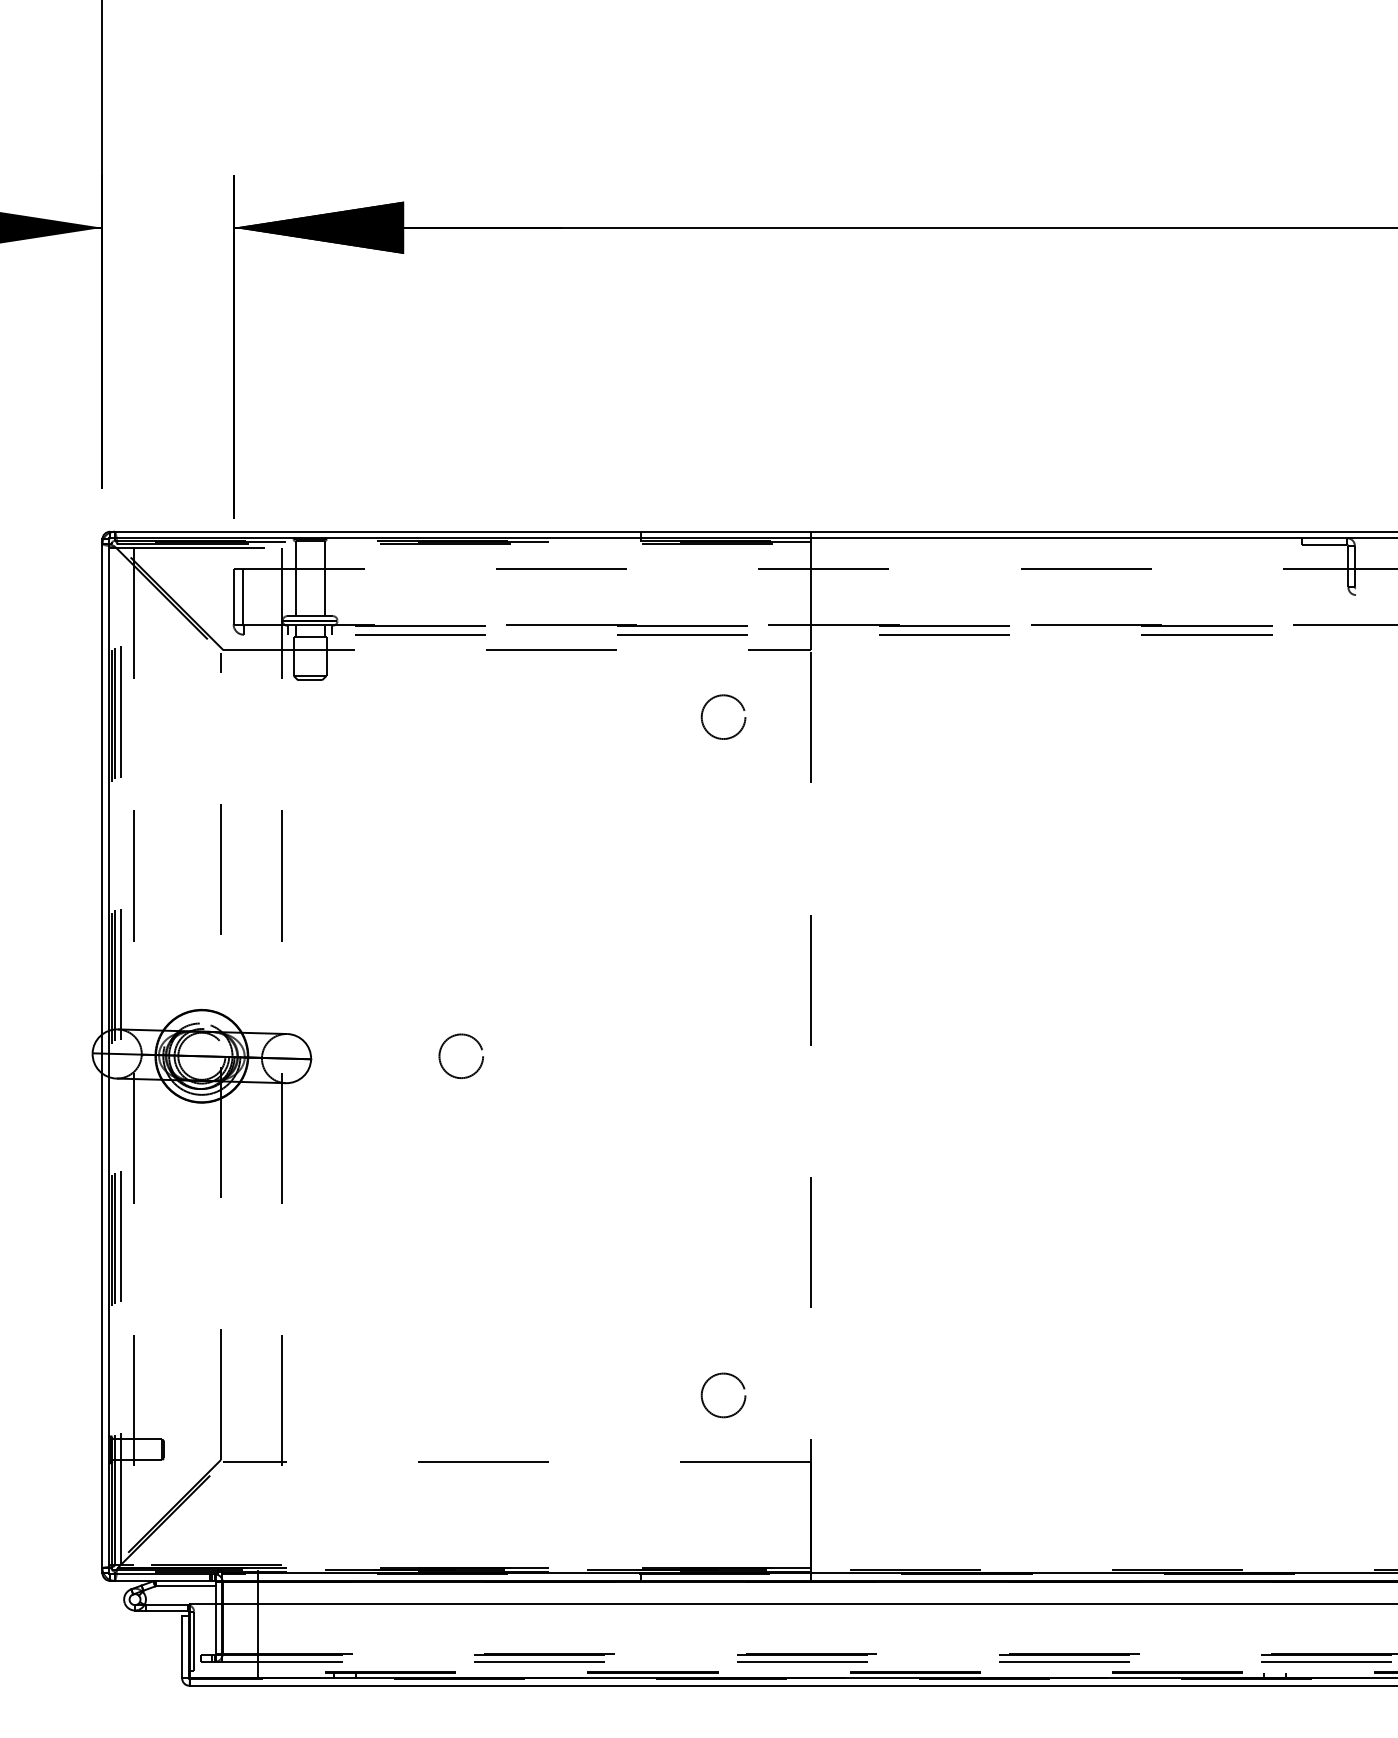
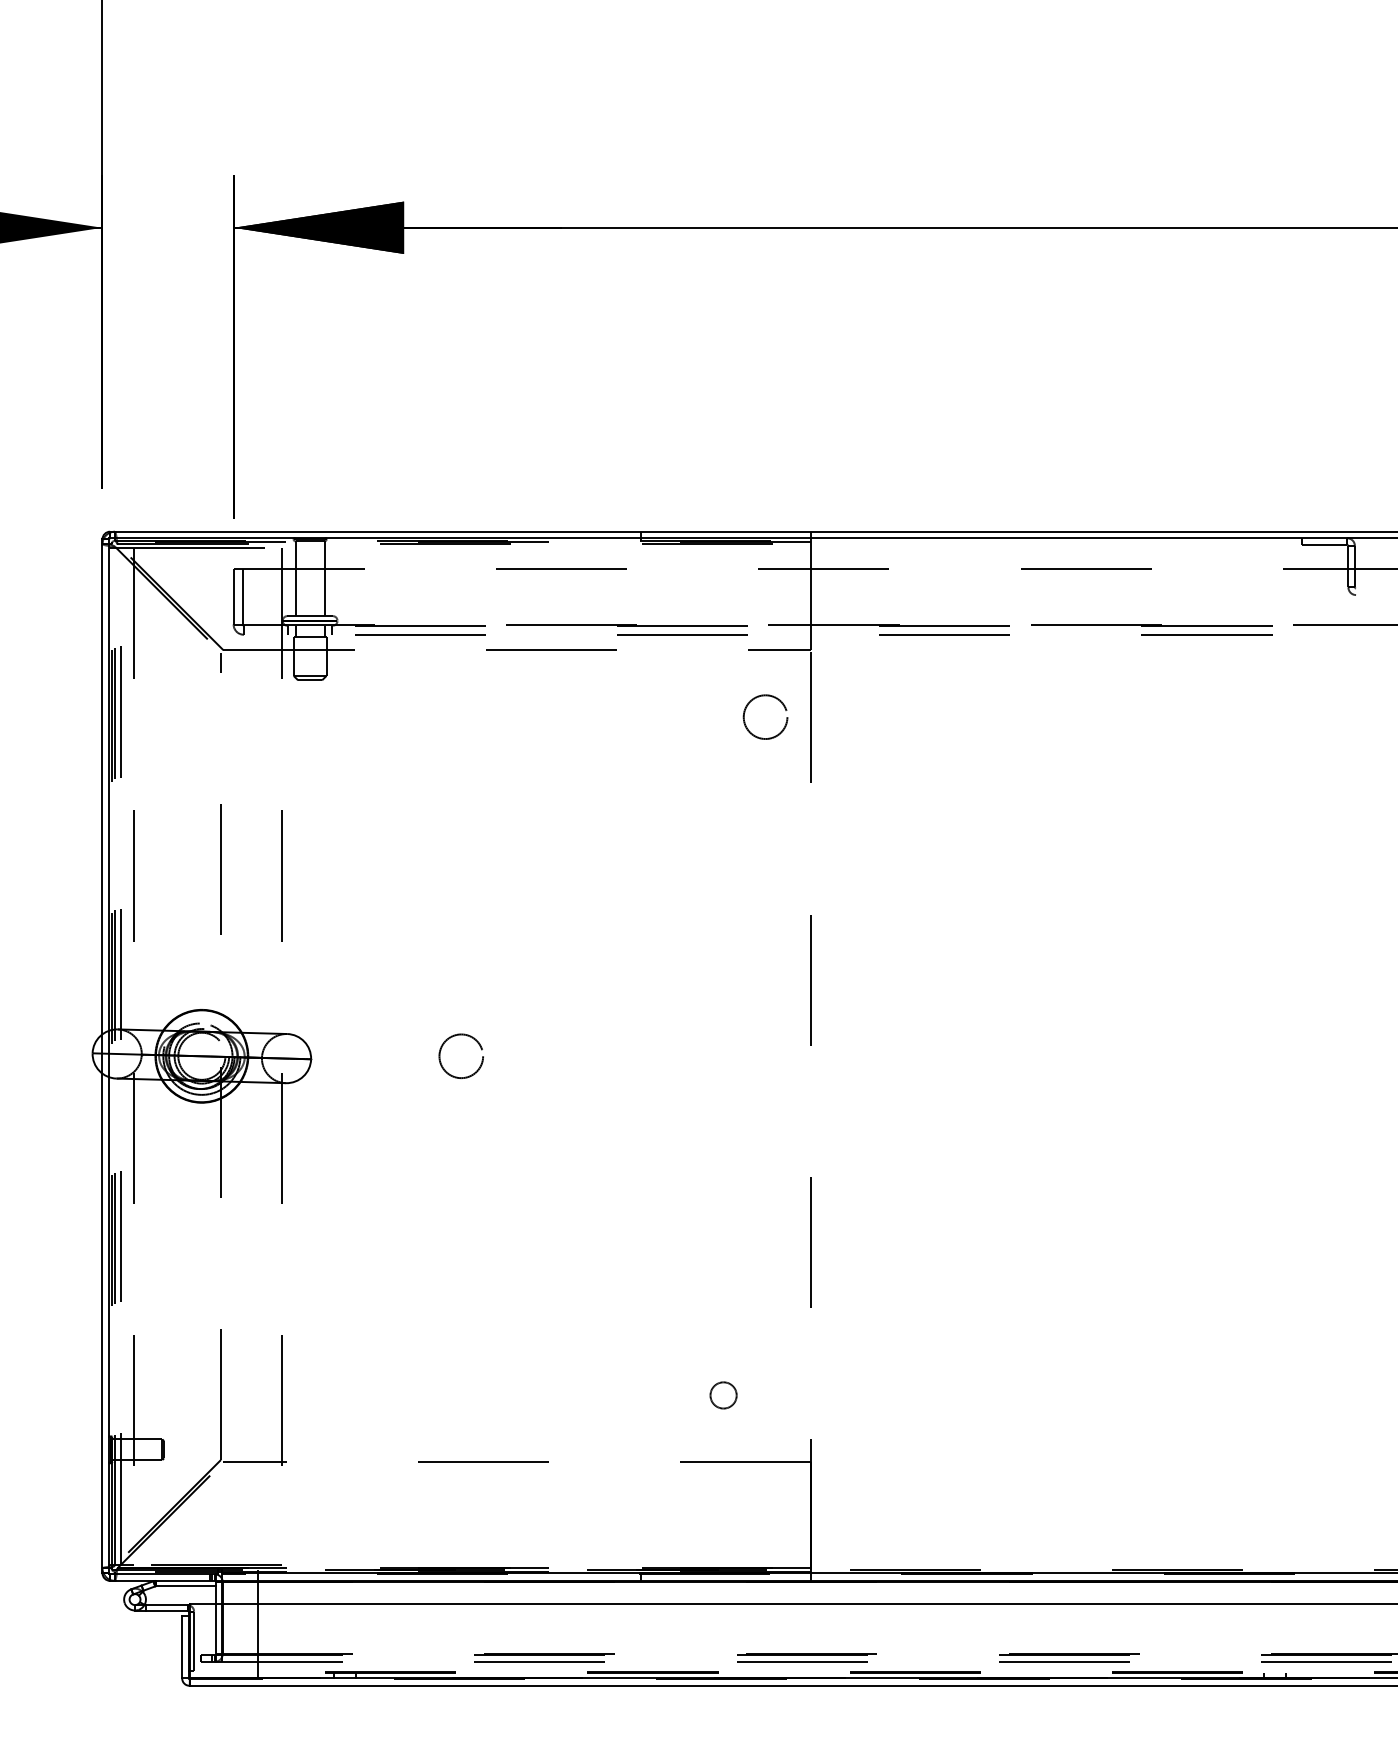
circle at (723, 716) position: (723, 716) -> (765, 716)
circle at (723, 1395) diameter: 44 px -> 26 px
